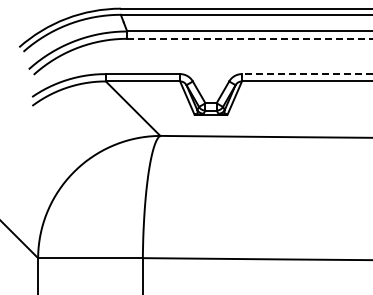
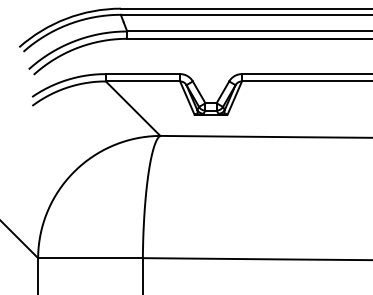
line at (250, 38): dashed -> solid
line at (306, 74): dashed -> solid
